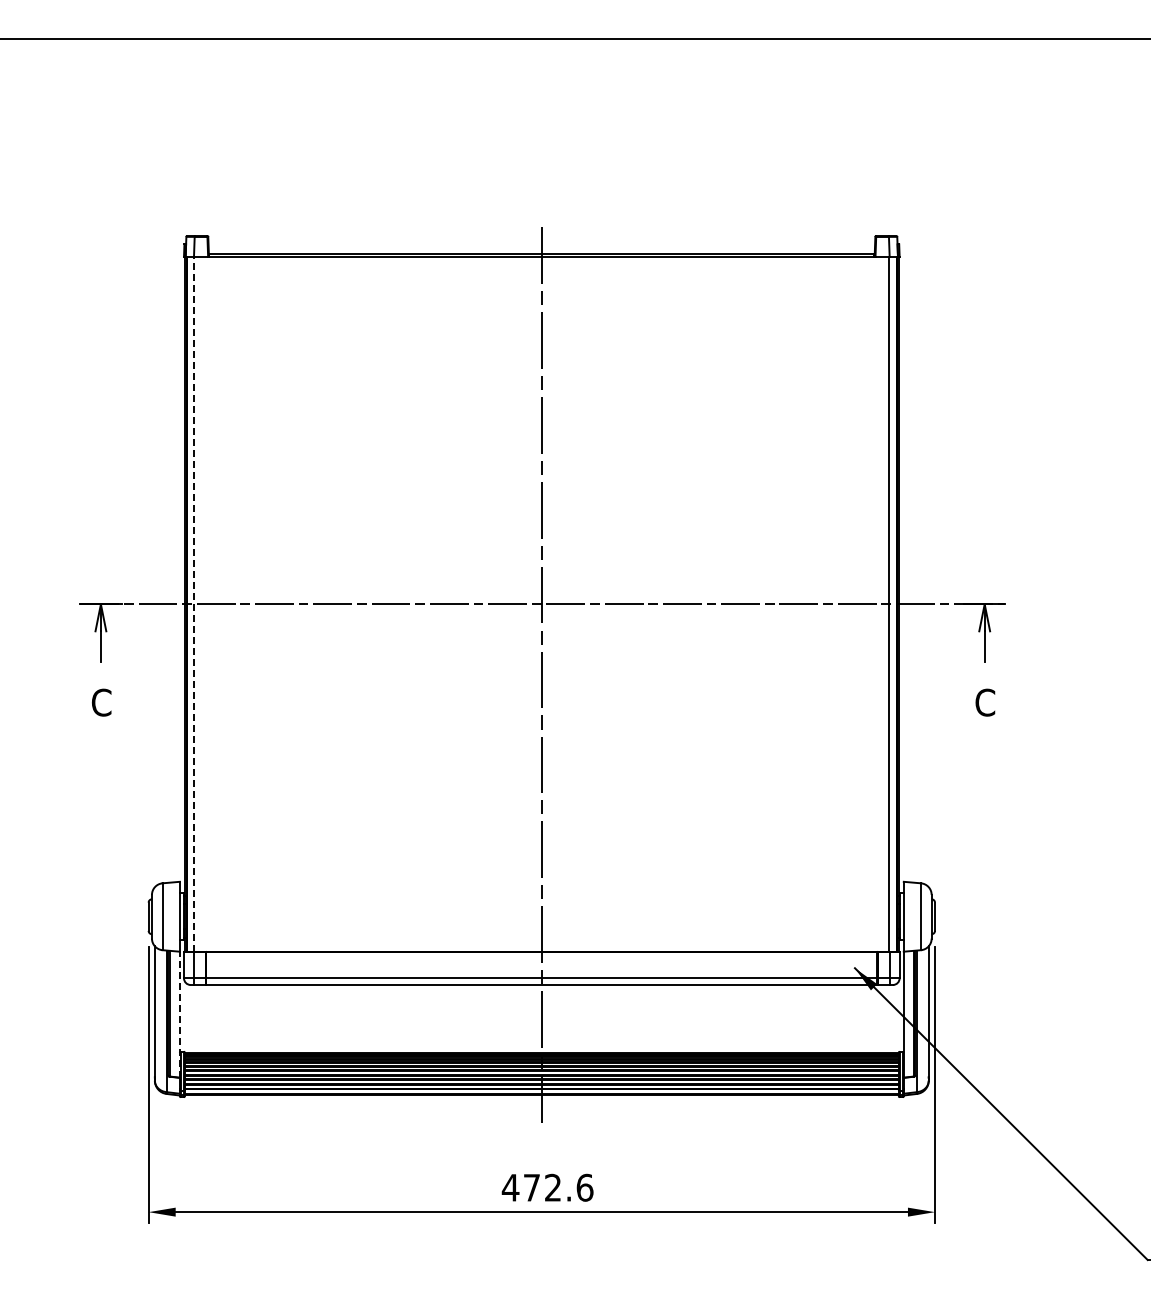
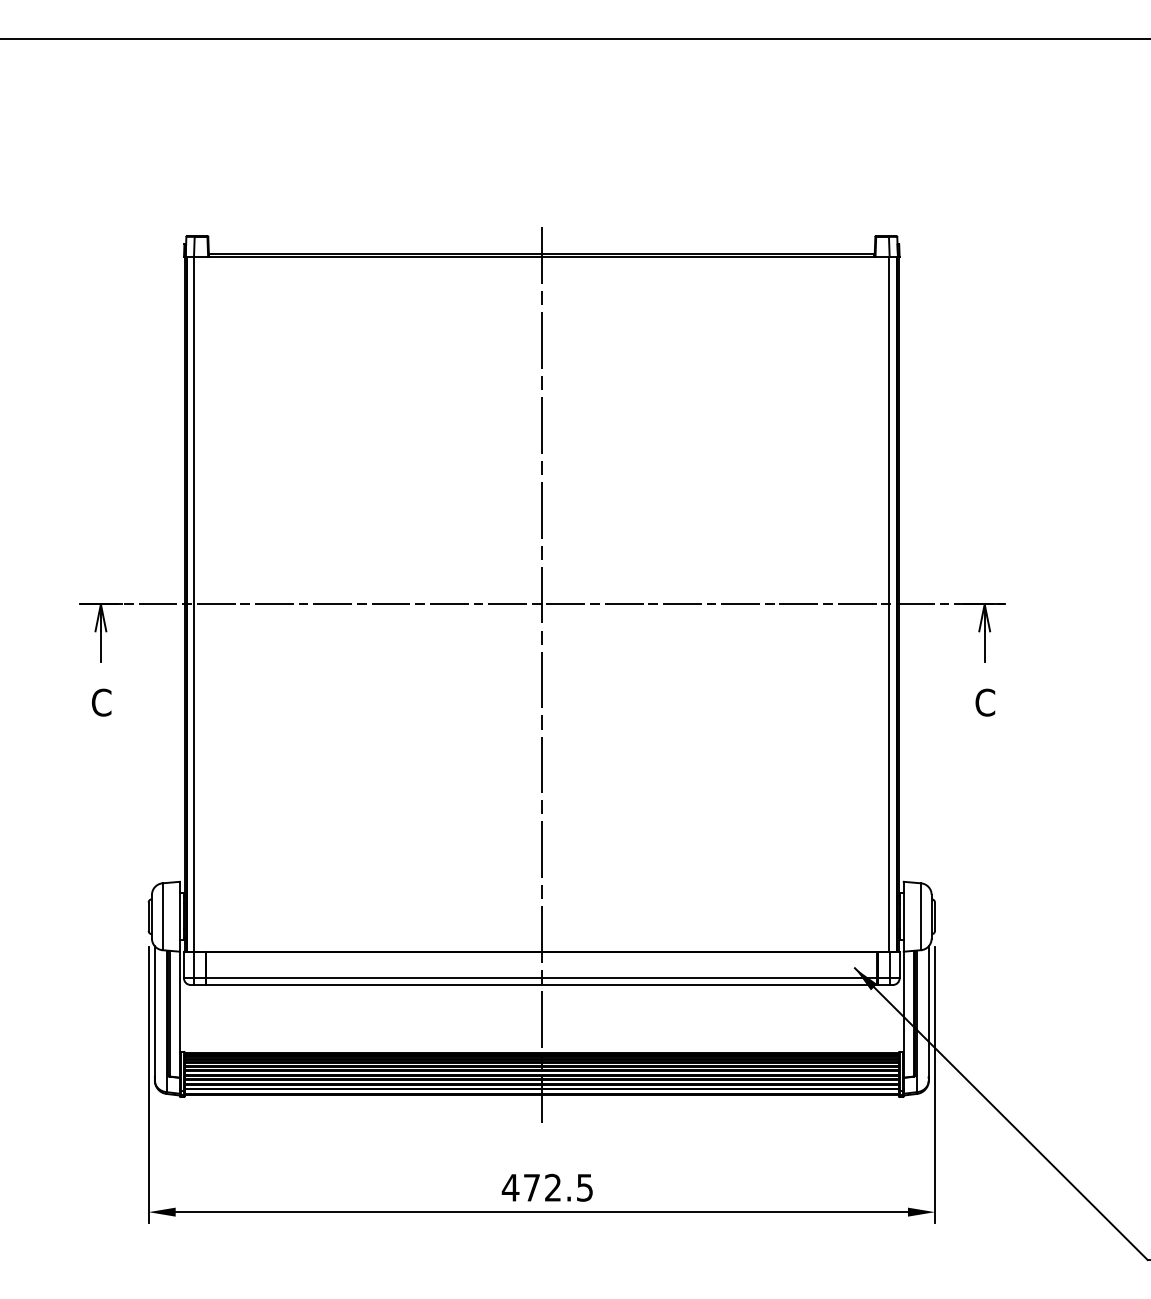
line at (194, 603): dashed -> solid
line at (179, 1014): dashed -> solid
text at (584, 1187): 472.6 -> 472.5
